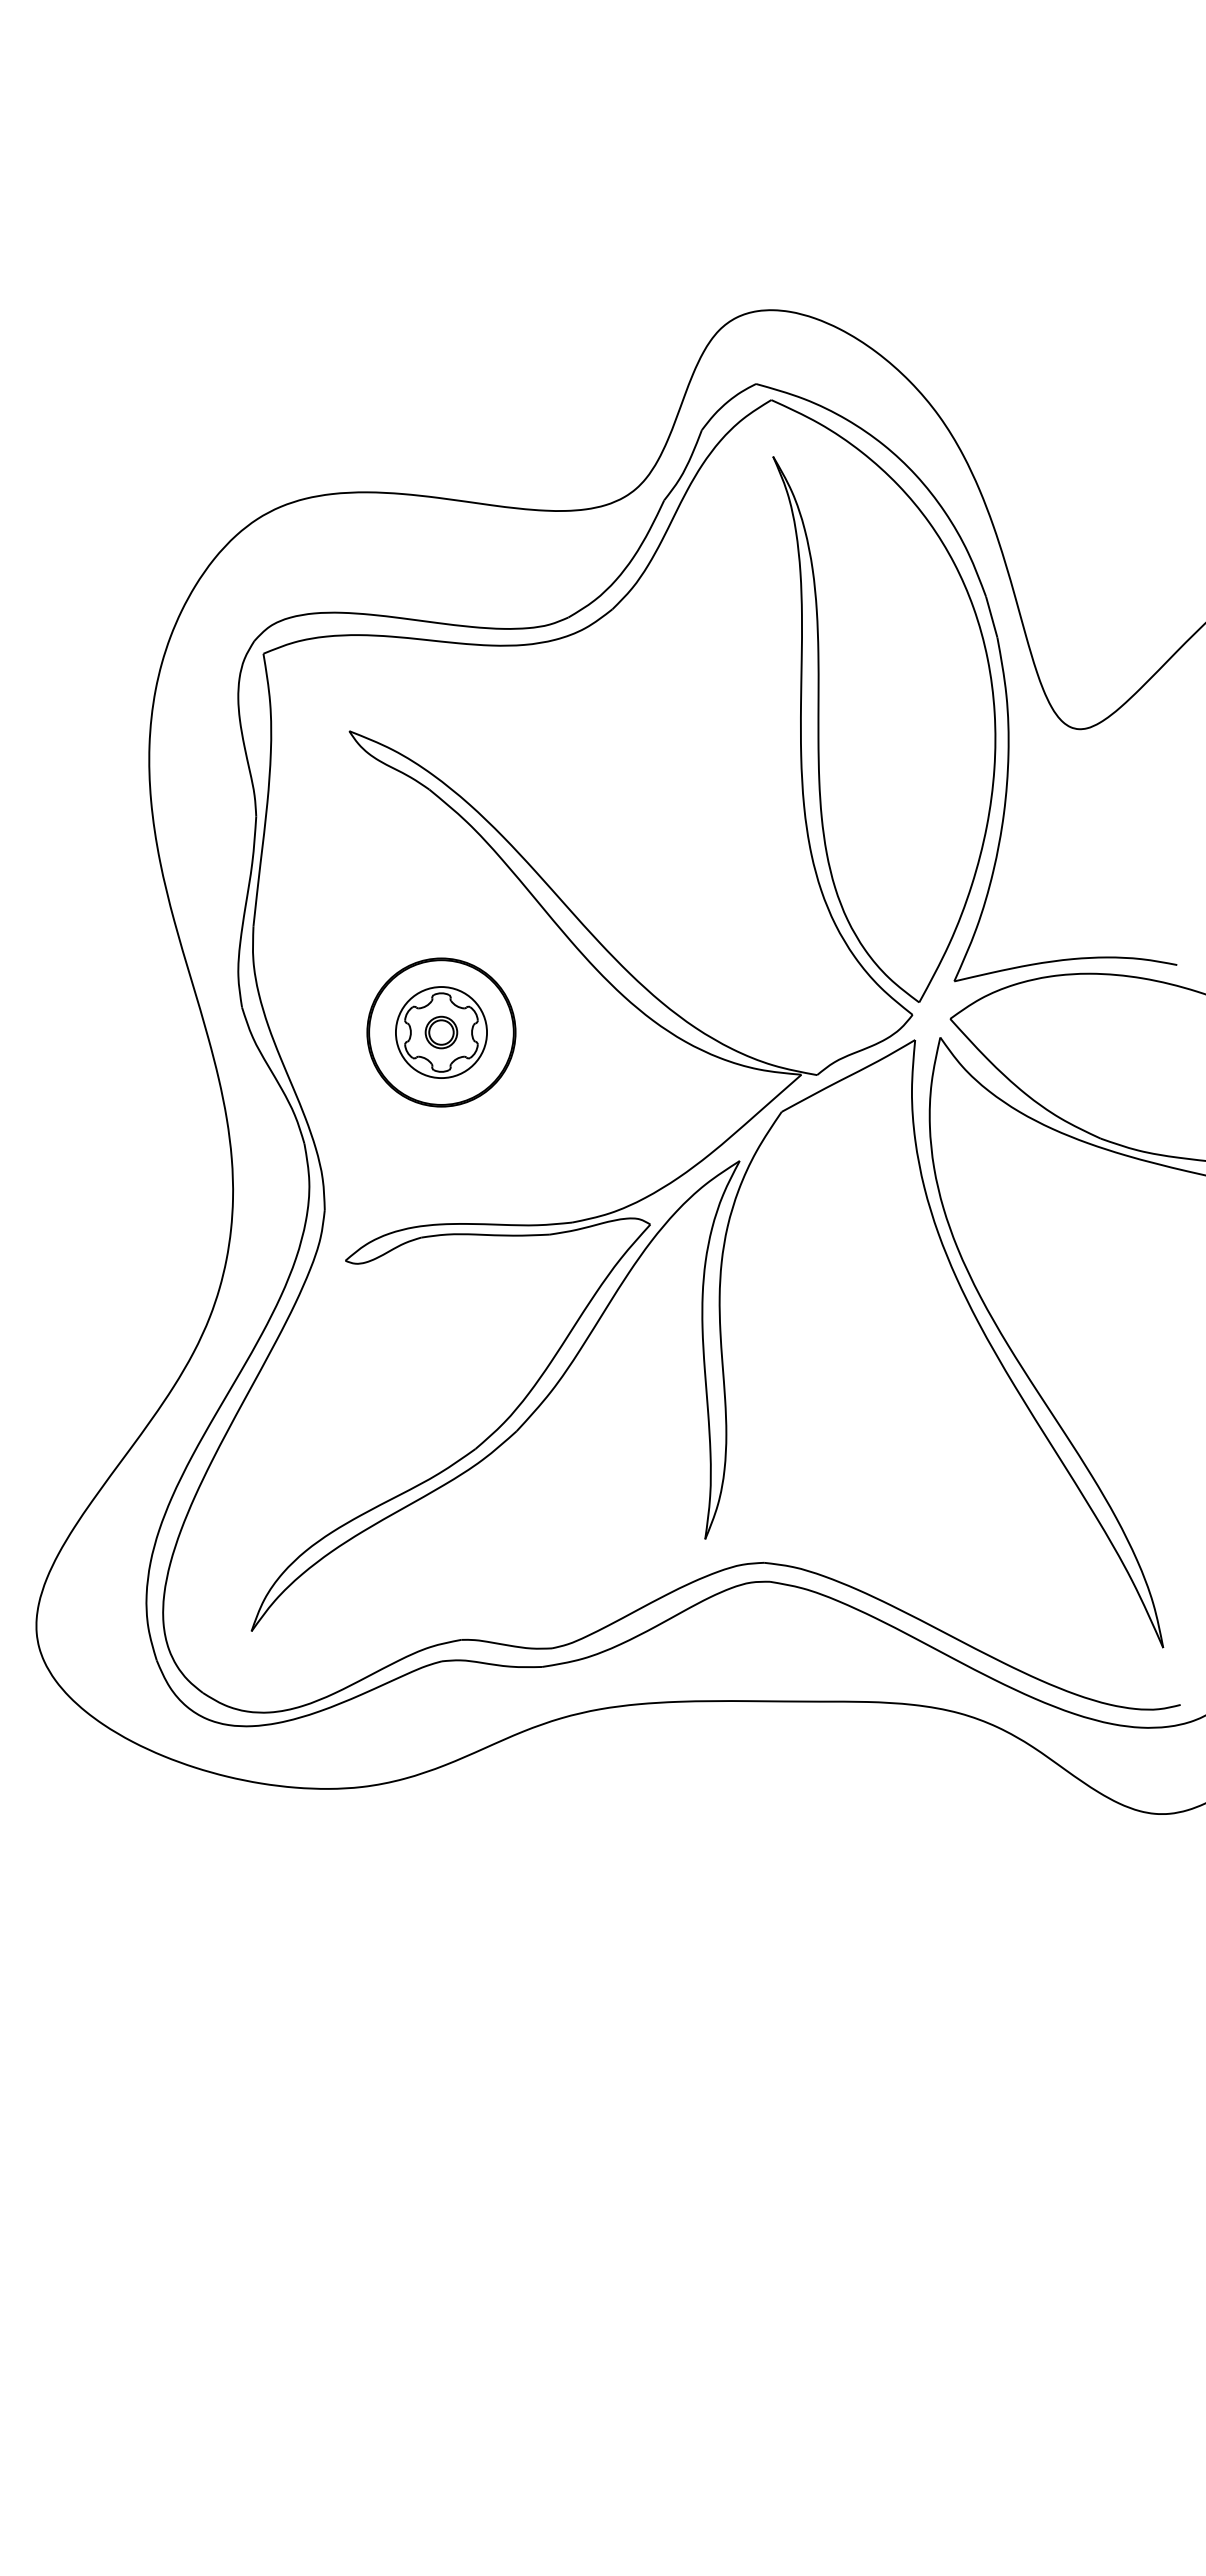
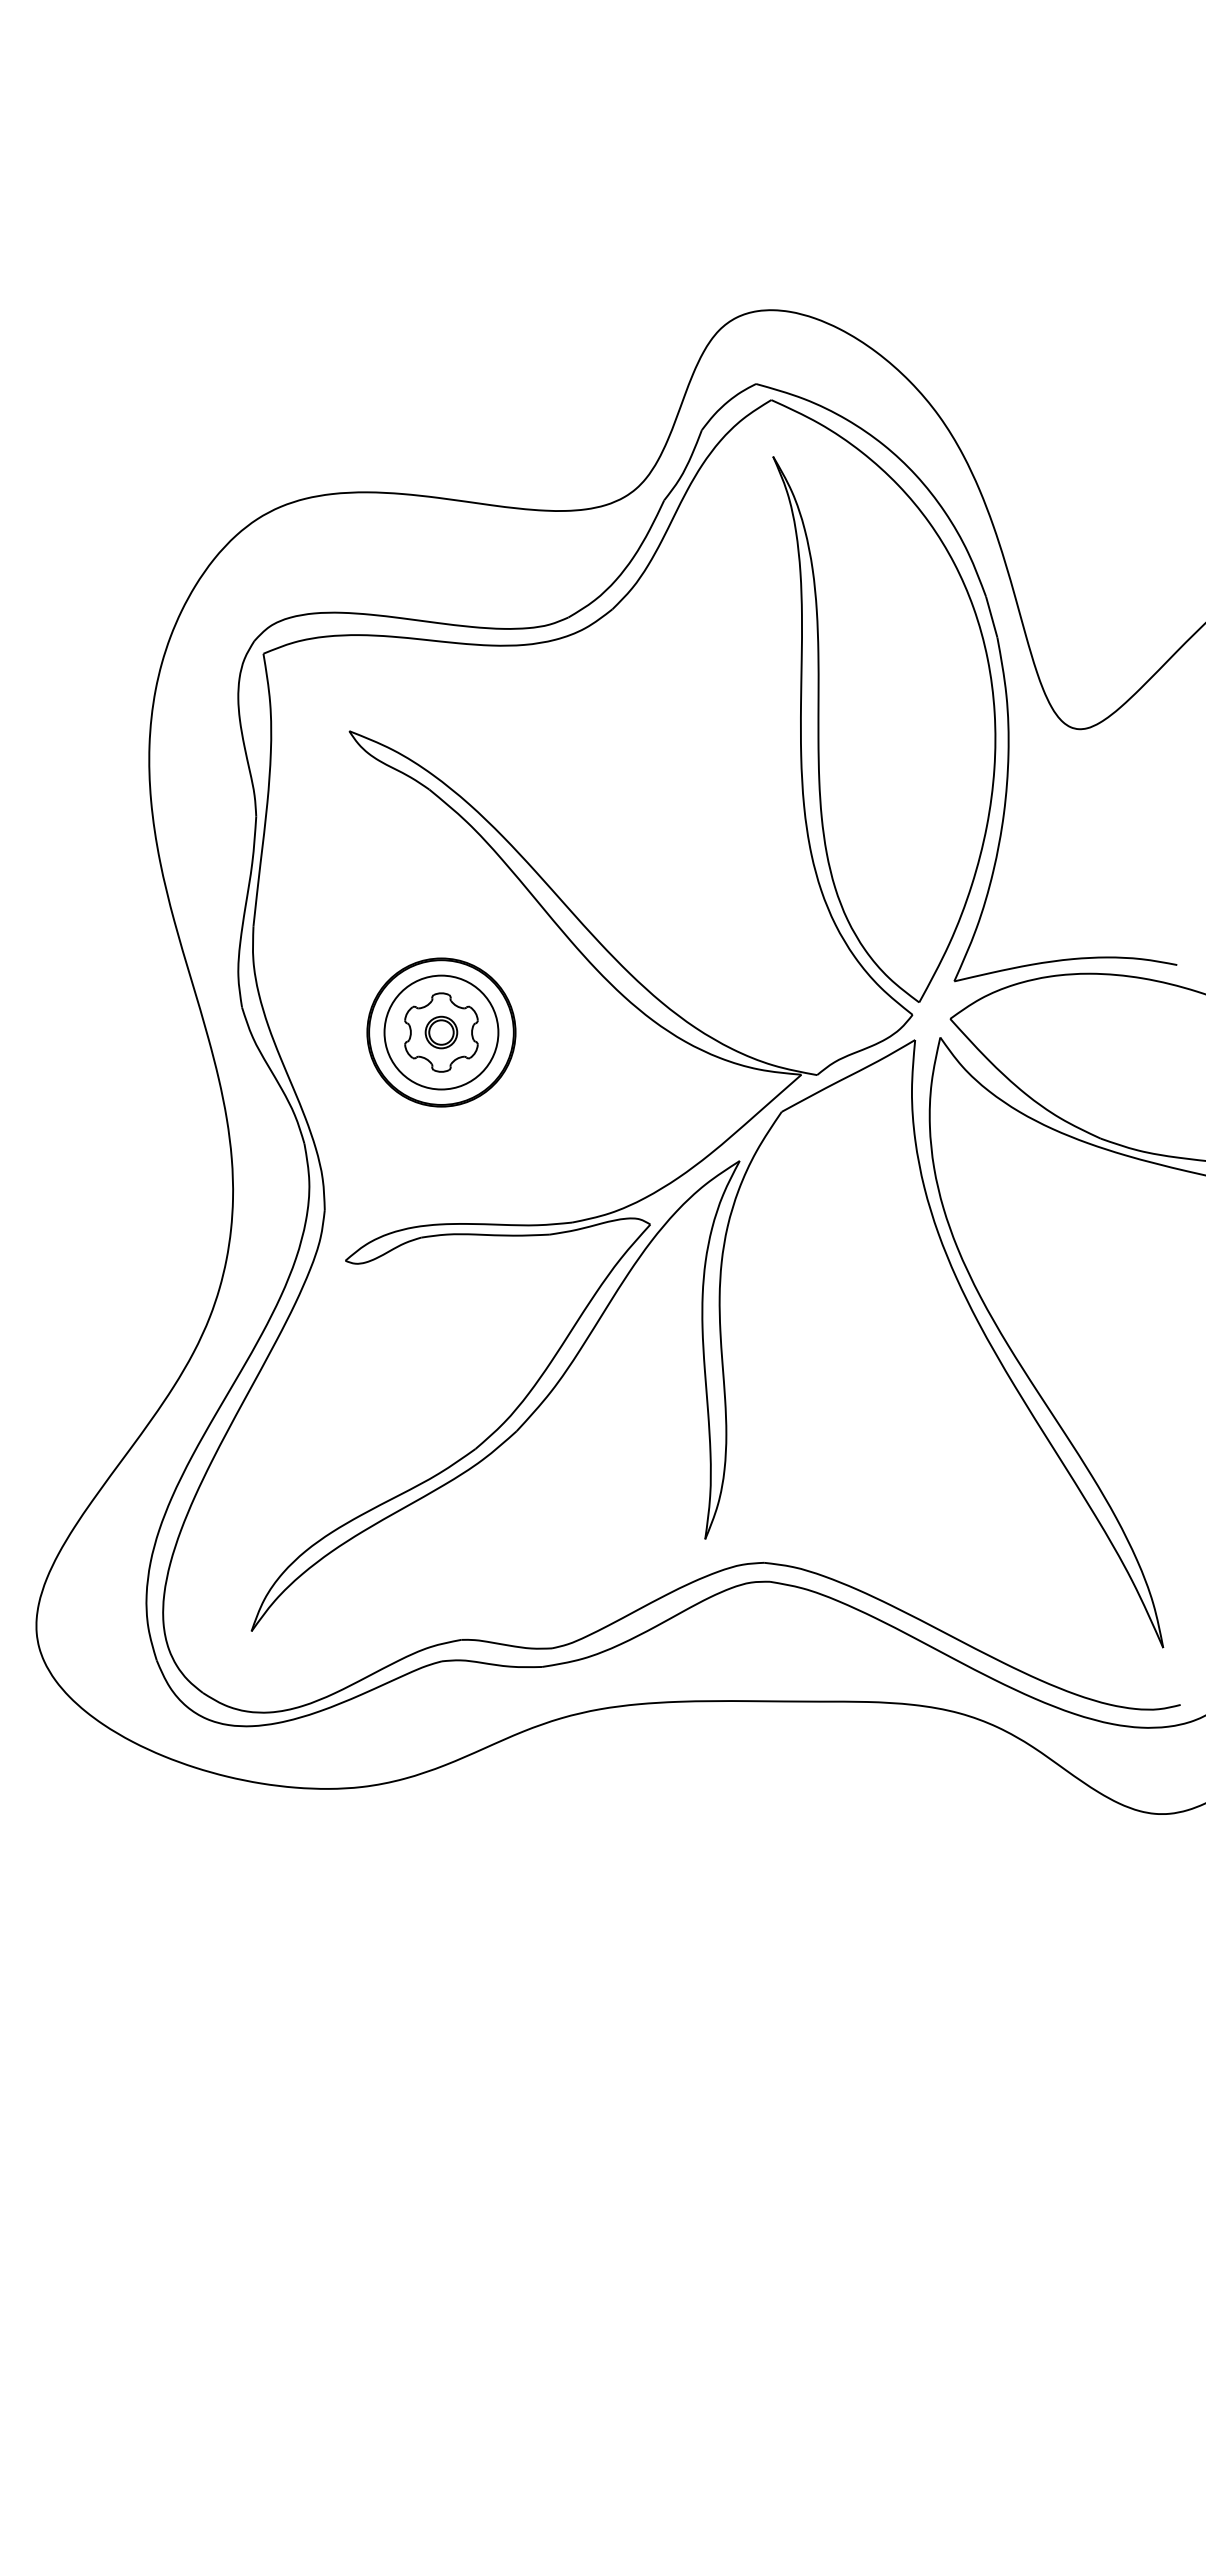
circle at (441, 1032) diameter: 91 px -> 114 px
